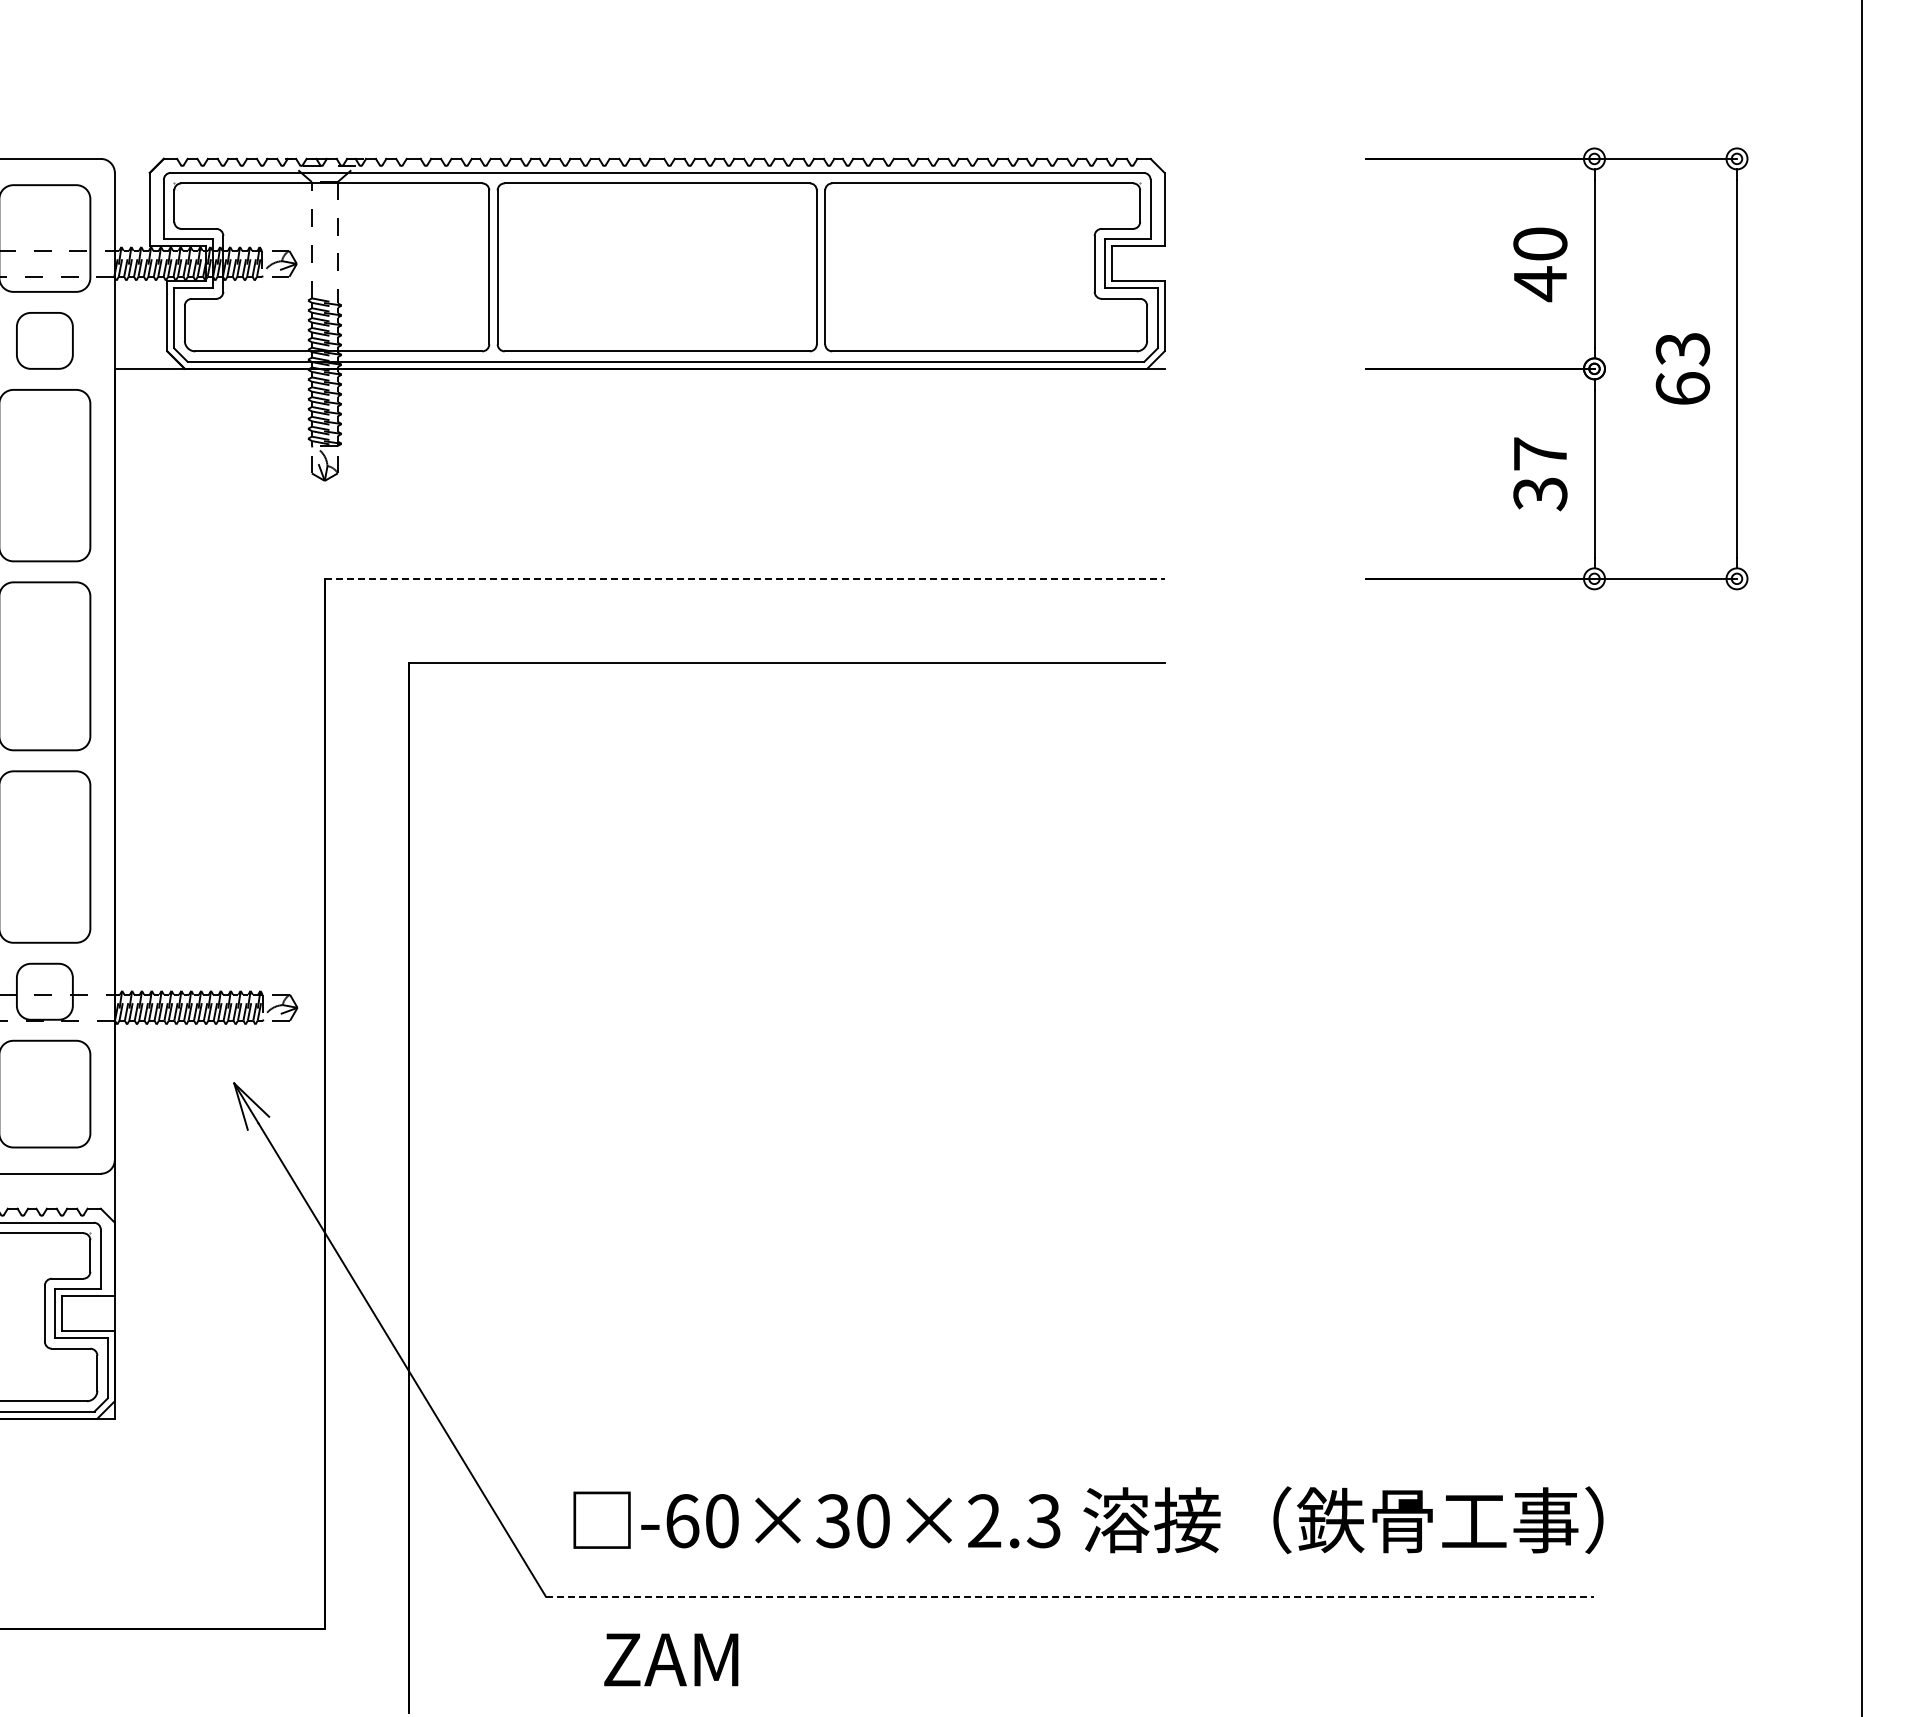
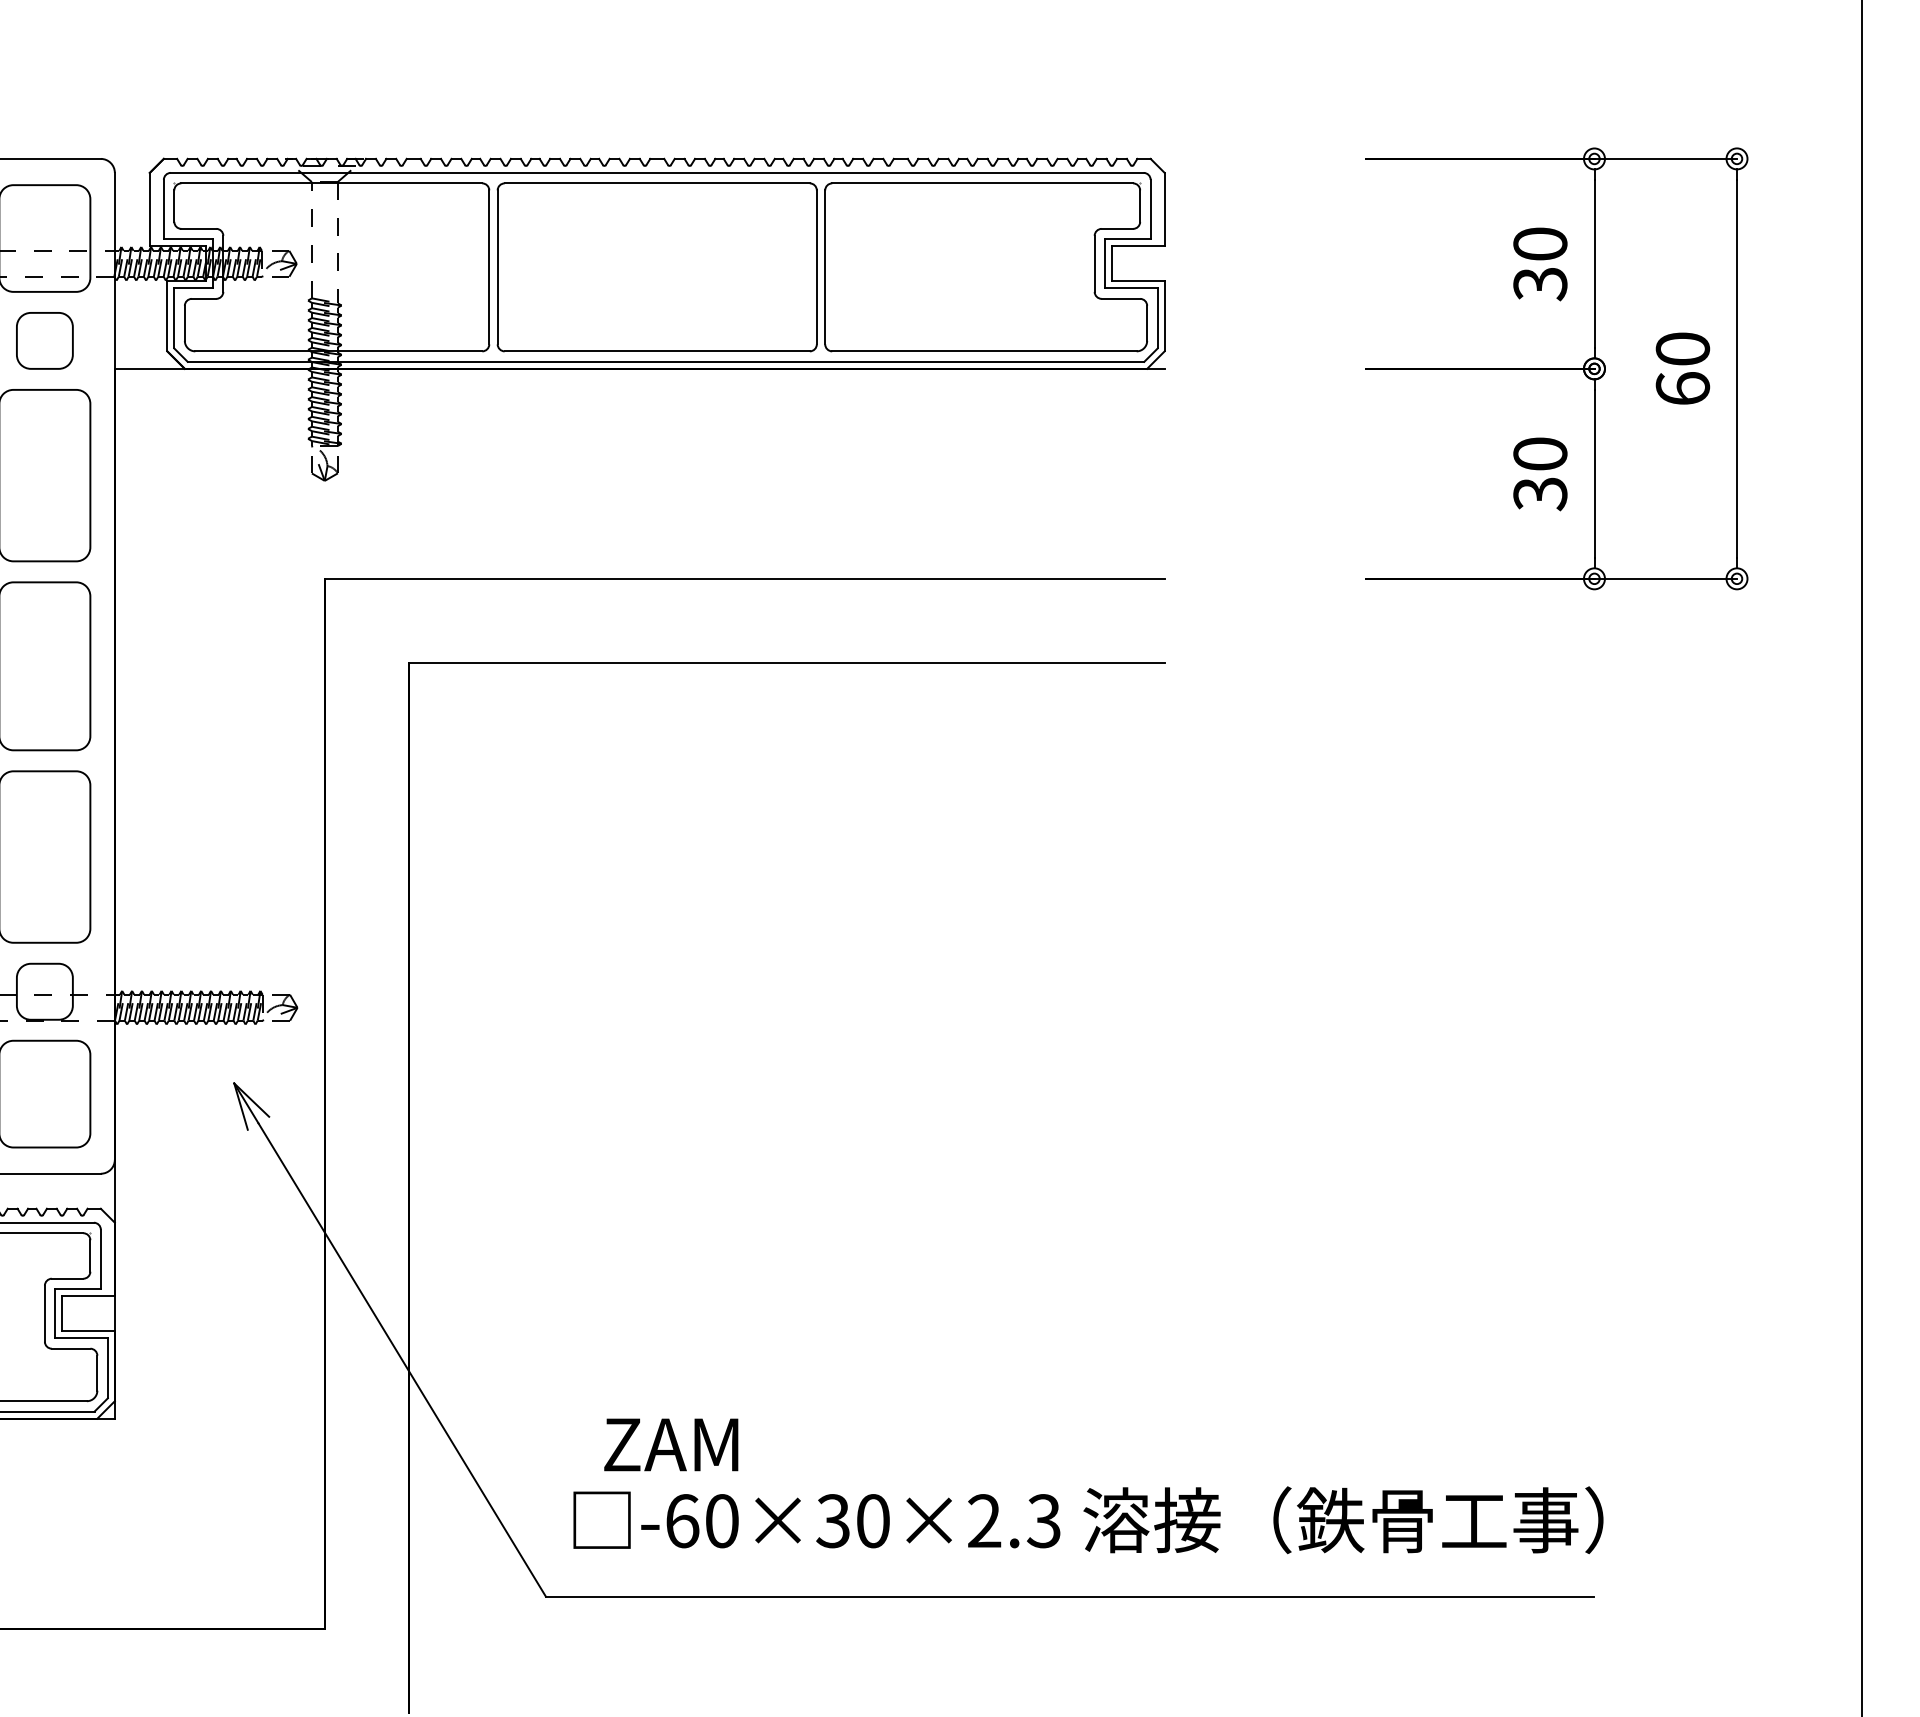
text at (1540, 284): 40 -> 30
text at (1682, 349): 63 -> 60
text at (1540, 453): 37 -> 30
line at (744, 578): dashed -> solid
line at (1069, 1596): dashed -> solid
text at (671, 1659) position: (671, 1659) -> (671, 1444)
